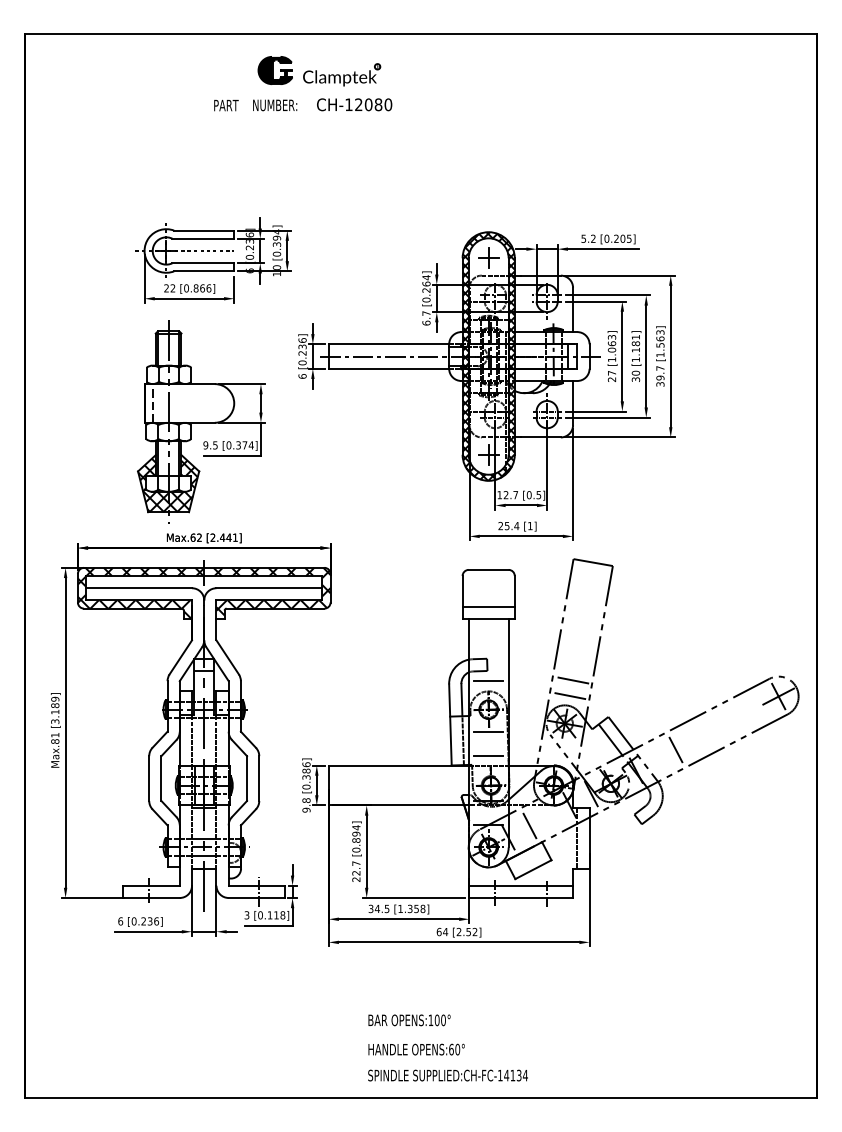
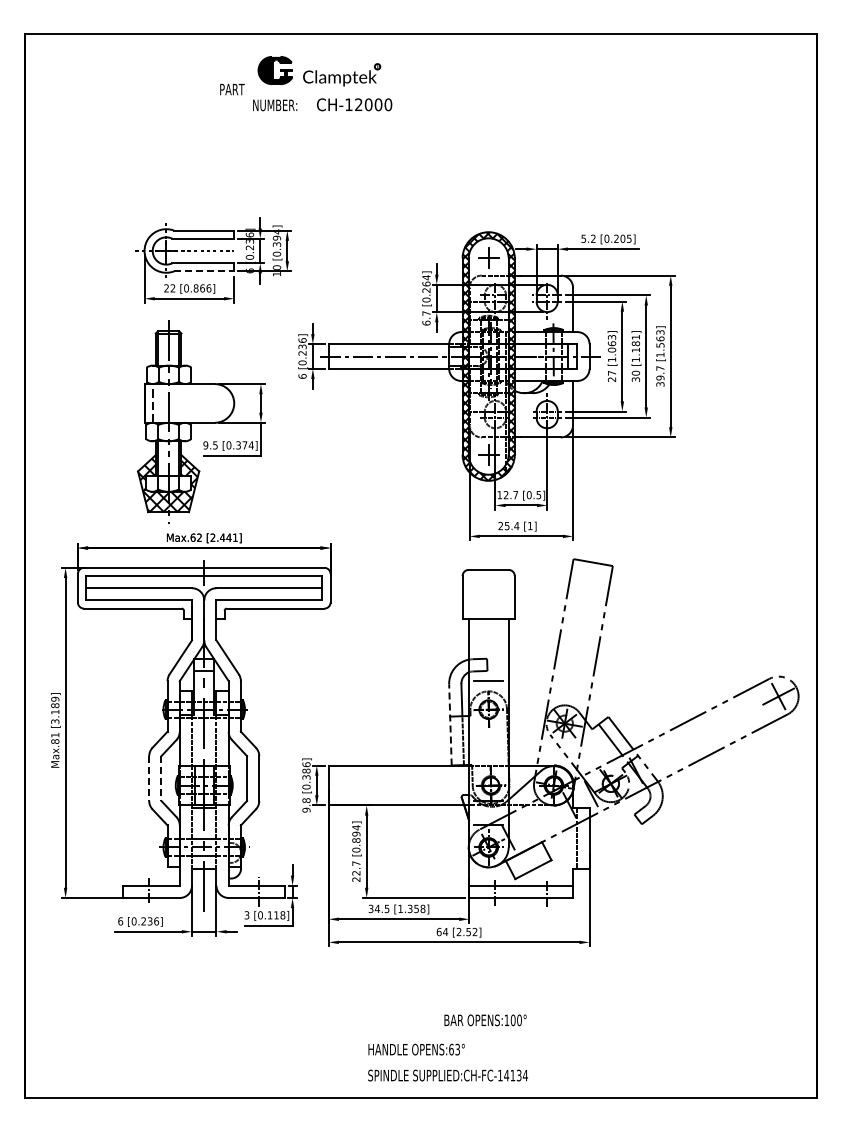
text at (378, 104): CH-12080 -> CH-12000
text at (226, 105) position: (226, 105) -> (232, 89)
line at (204, 271): solid -> dashed
hatch at (203, 593): present -> none
line at (488, 606): present -> none
line at (573, 680): present -> none
line at (570, 696): present -> none
line at (450, 724): solid -> dashed
line at (488, 731): present -> none
line at (675, 749): present -> none
line at (488, 756): present -> none
line at (149, 779): solid -> dashed
line at (161, 779): solid -> dashed
line at (529, 825): present -> none
text at (409, 1020) position: (409, 1020) -> (485, 1020)
text at (457, 1049): OPENS:60° -> OPENS:63°
